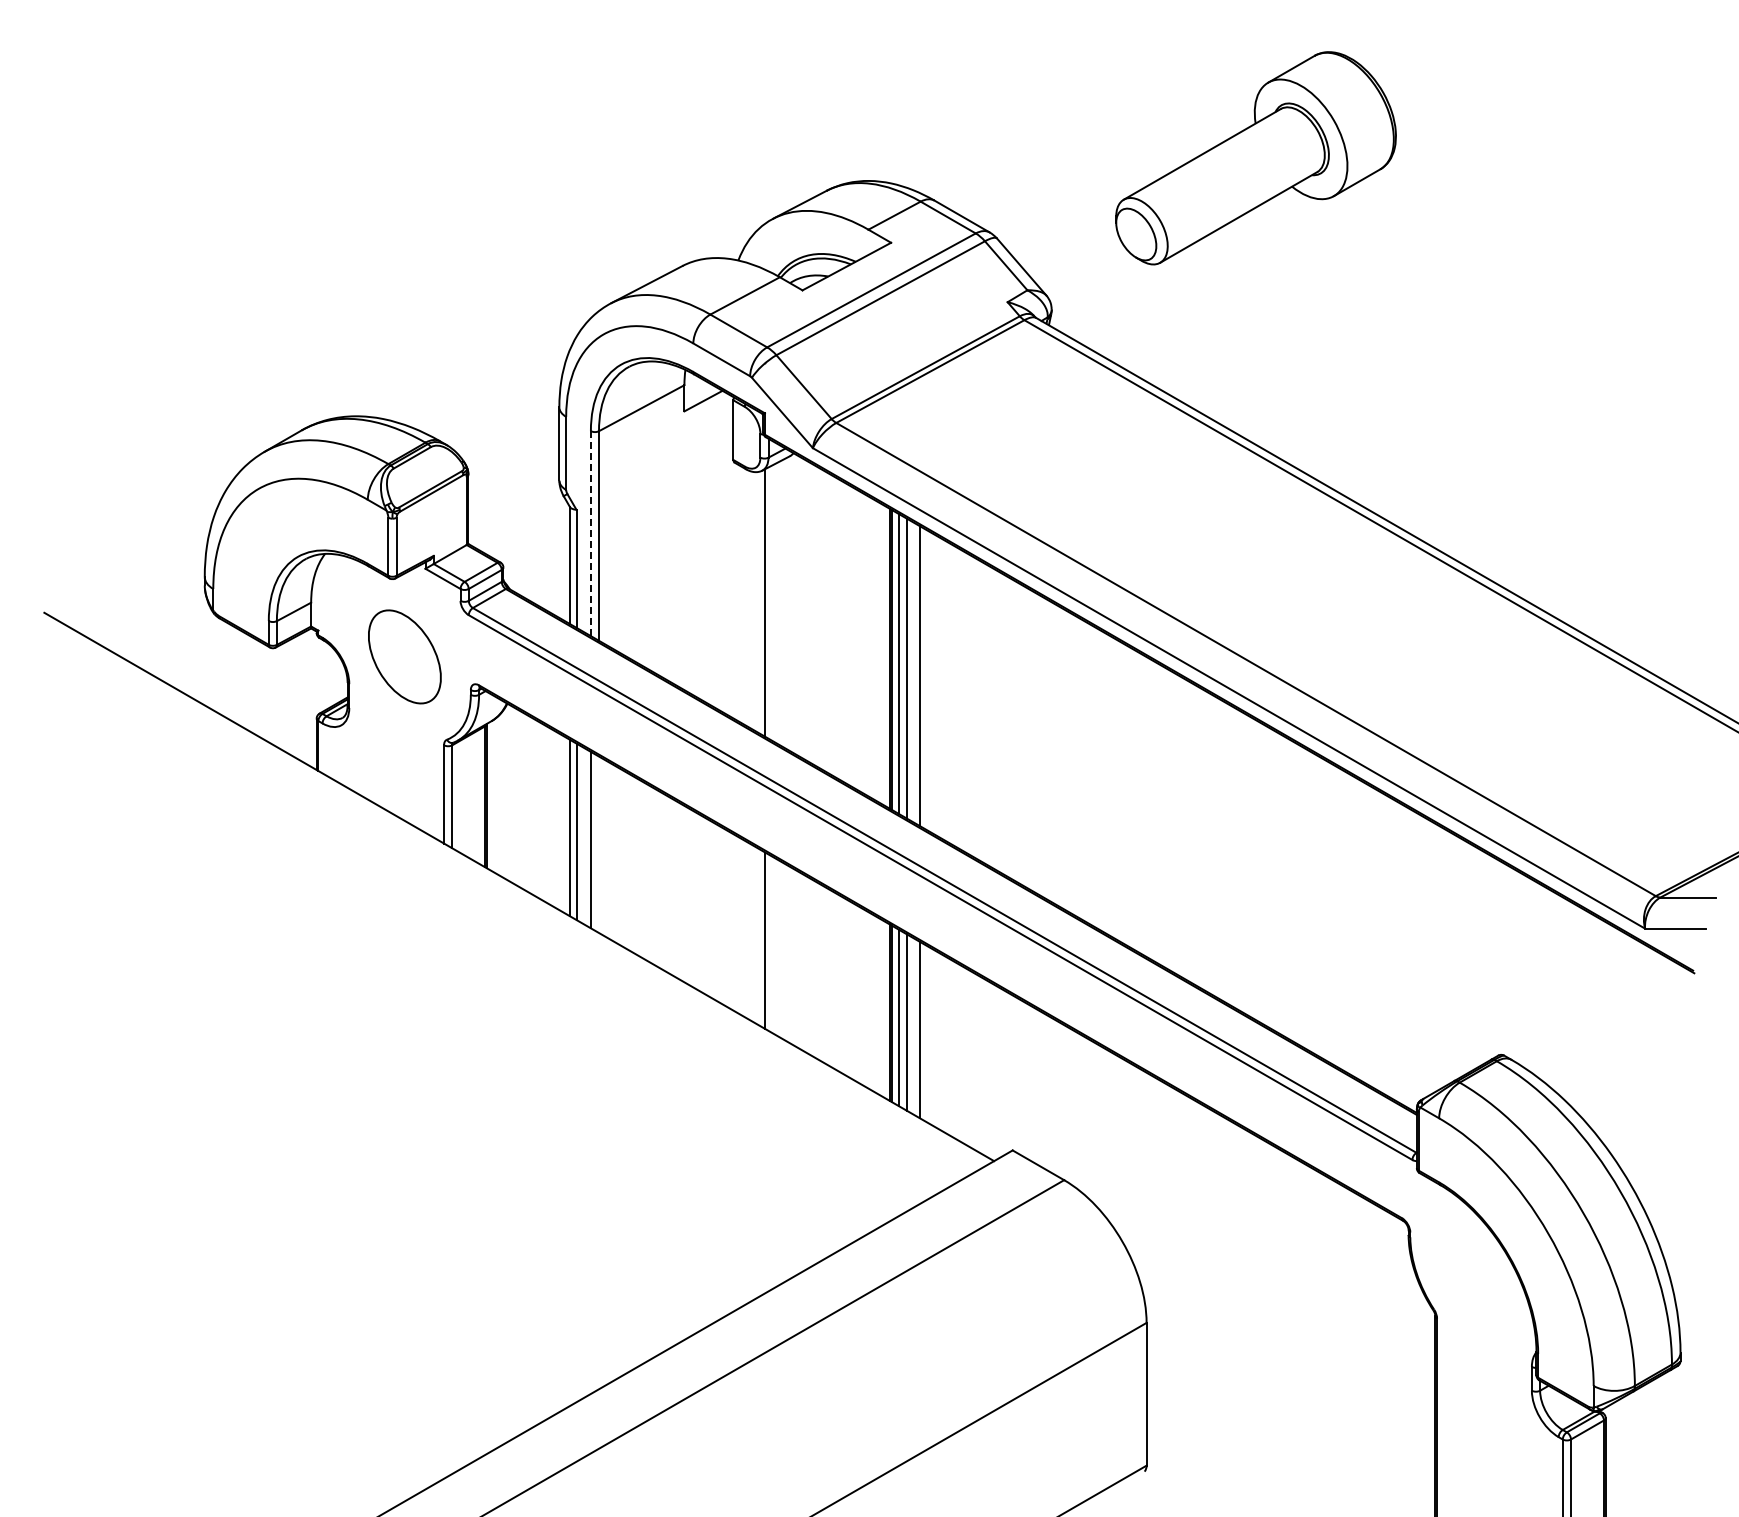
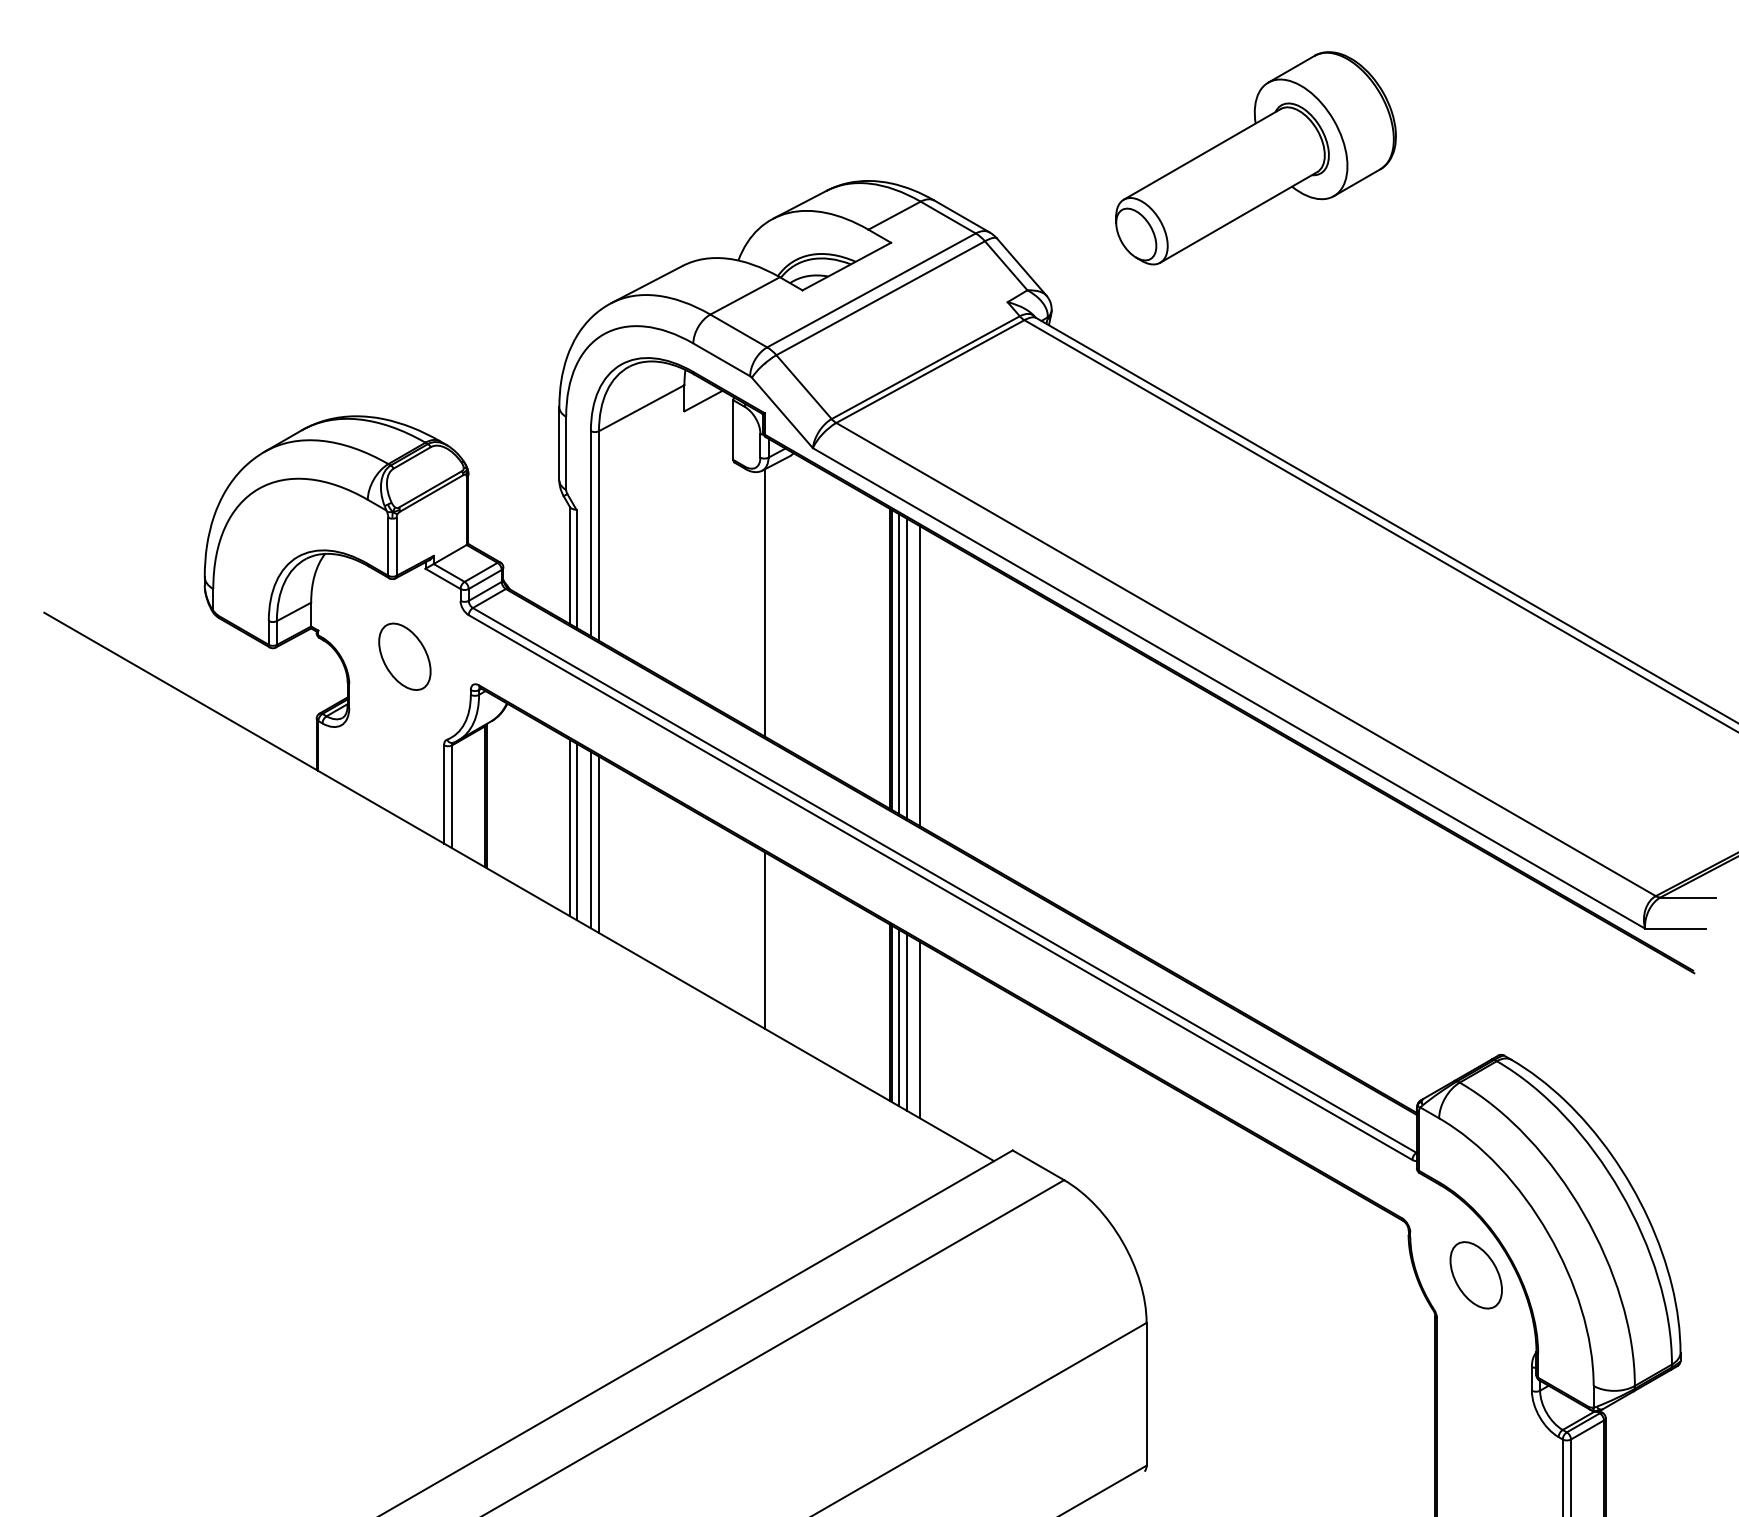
line at (590, 534): dashed -> solid
part at (404, 656) size: 74x96 px -> 54x69 px
line at (599, 844): none -> present
part at (1475, 1275): none -> present
